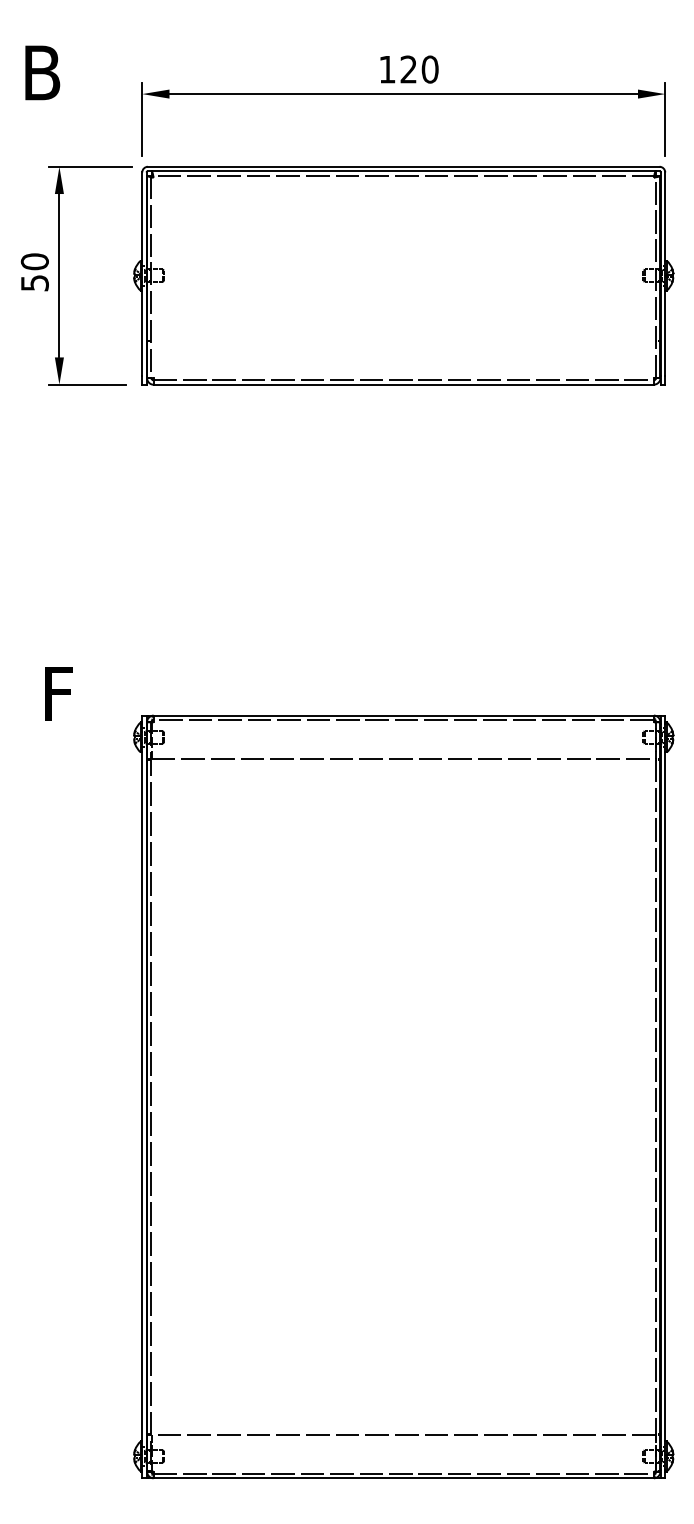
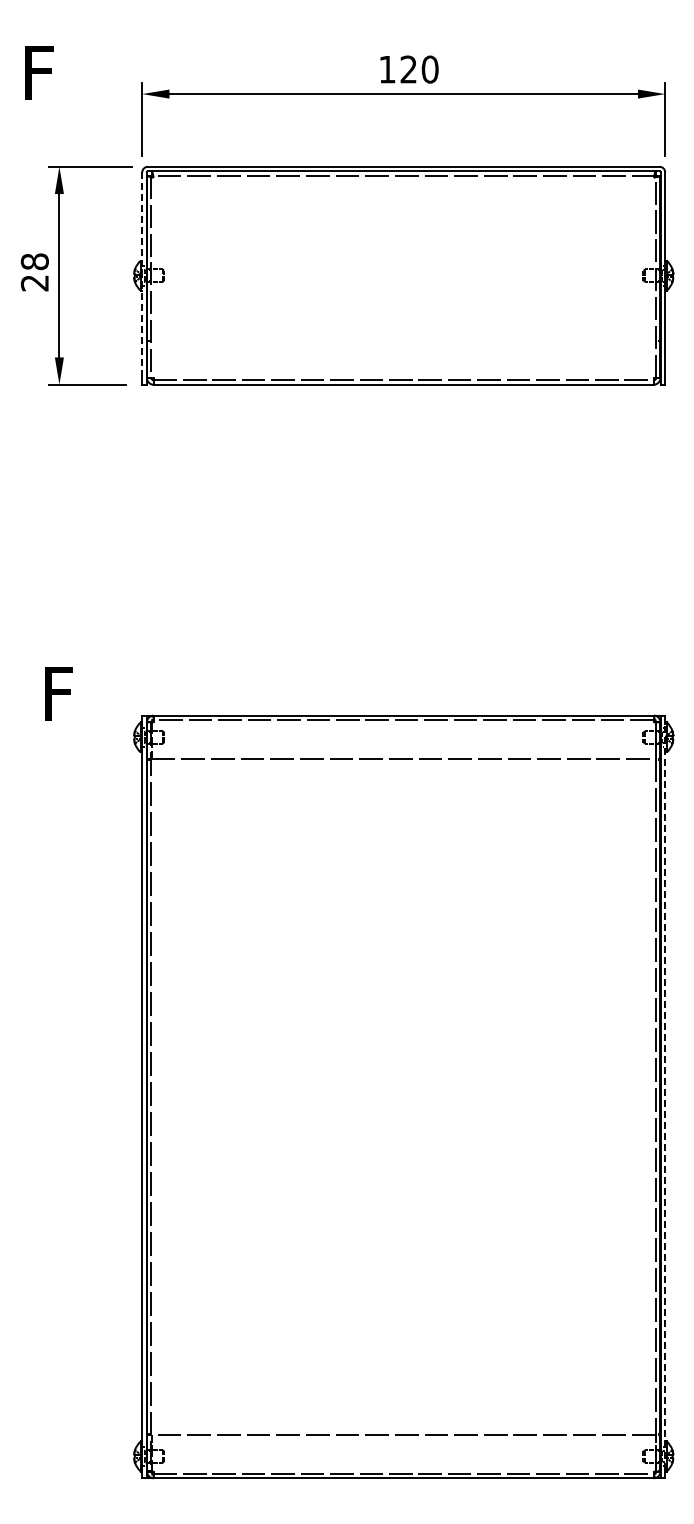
text at (42, 72): B -> F
text at (34, 272): 50 -> 28
line at (142, 274): solid -> dashed
line at (665, 1096): solid -> dashed
